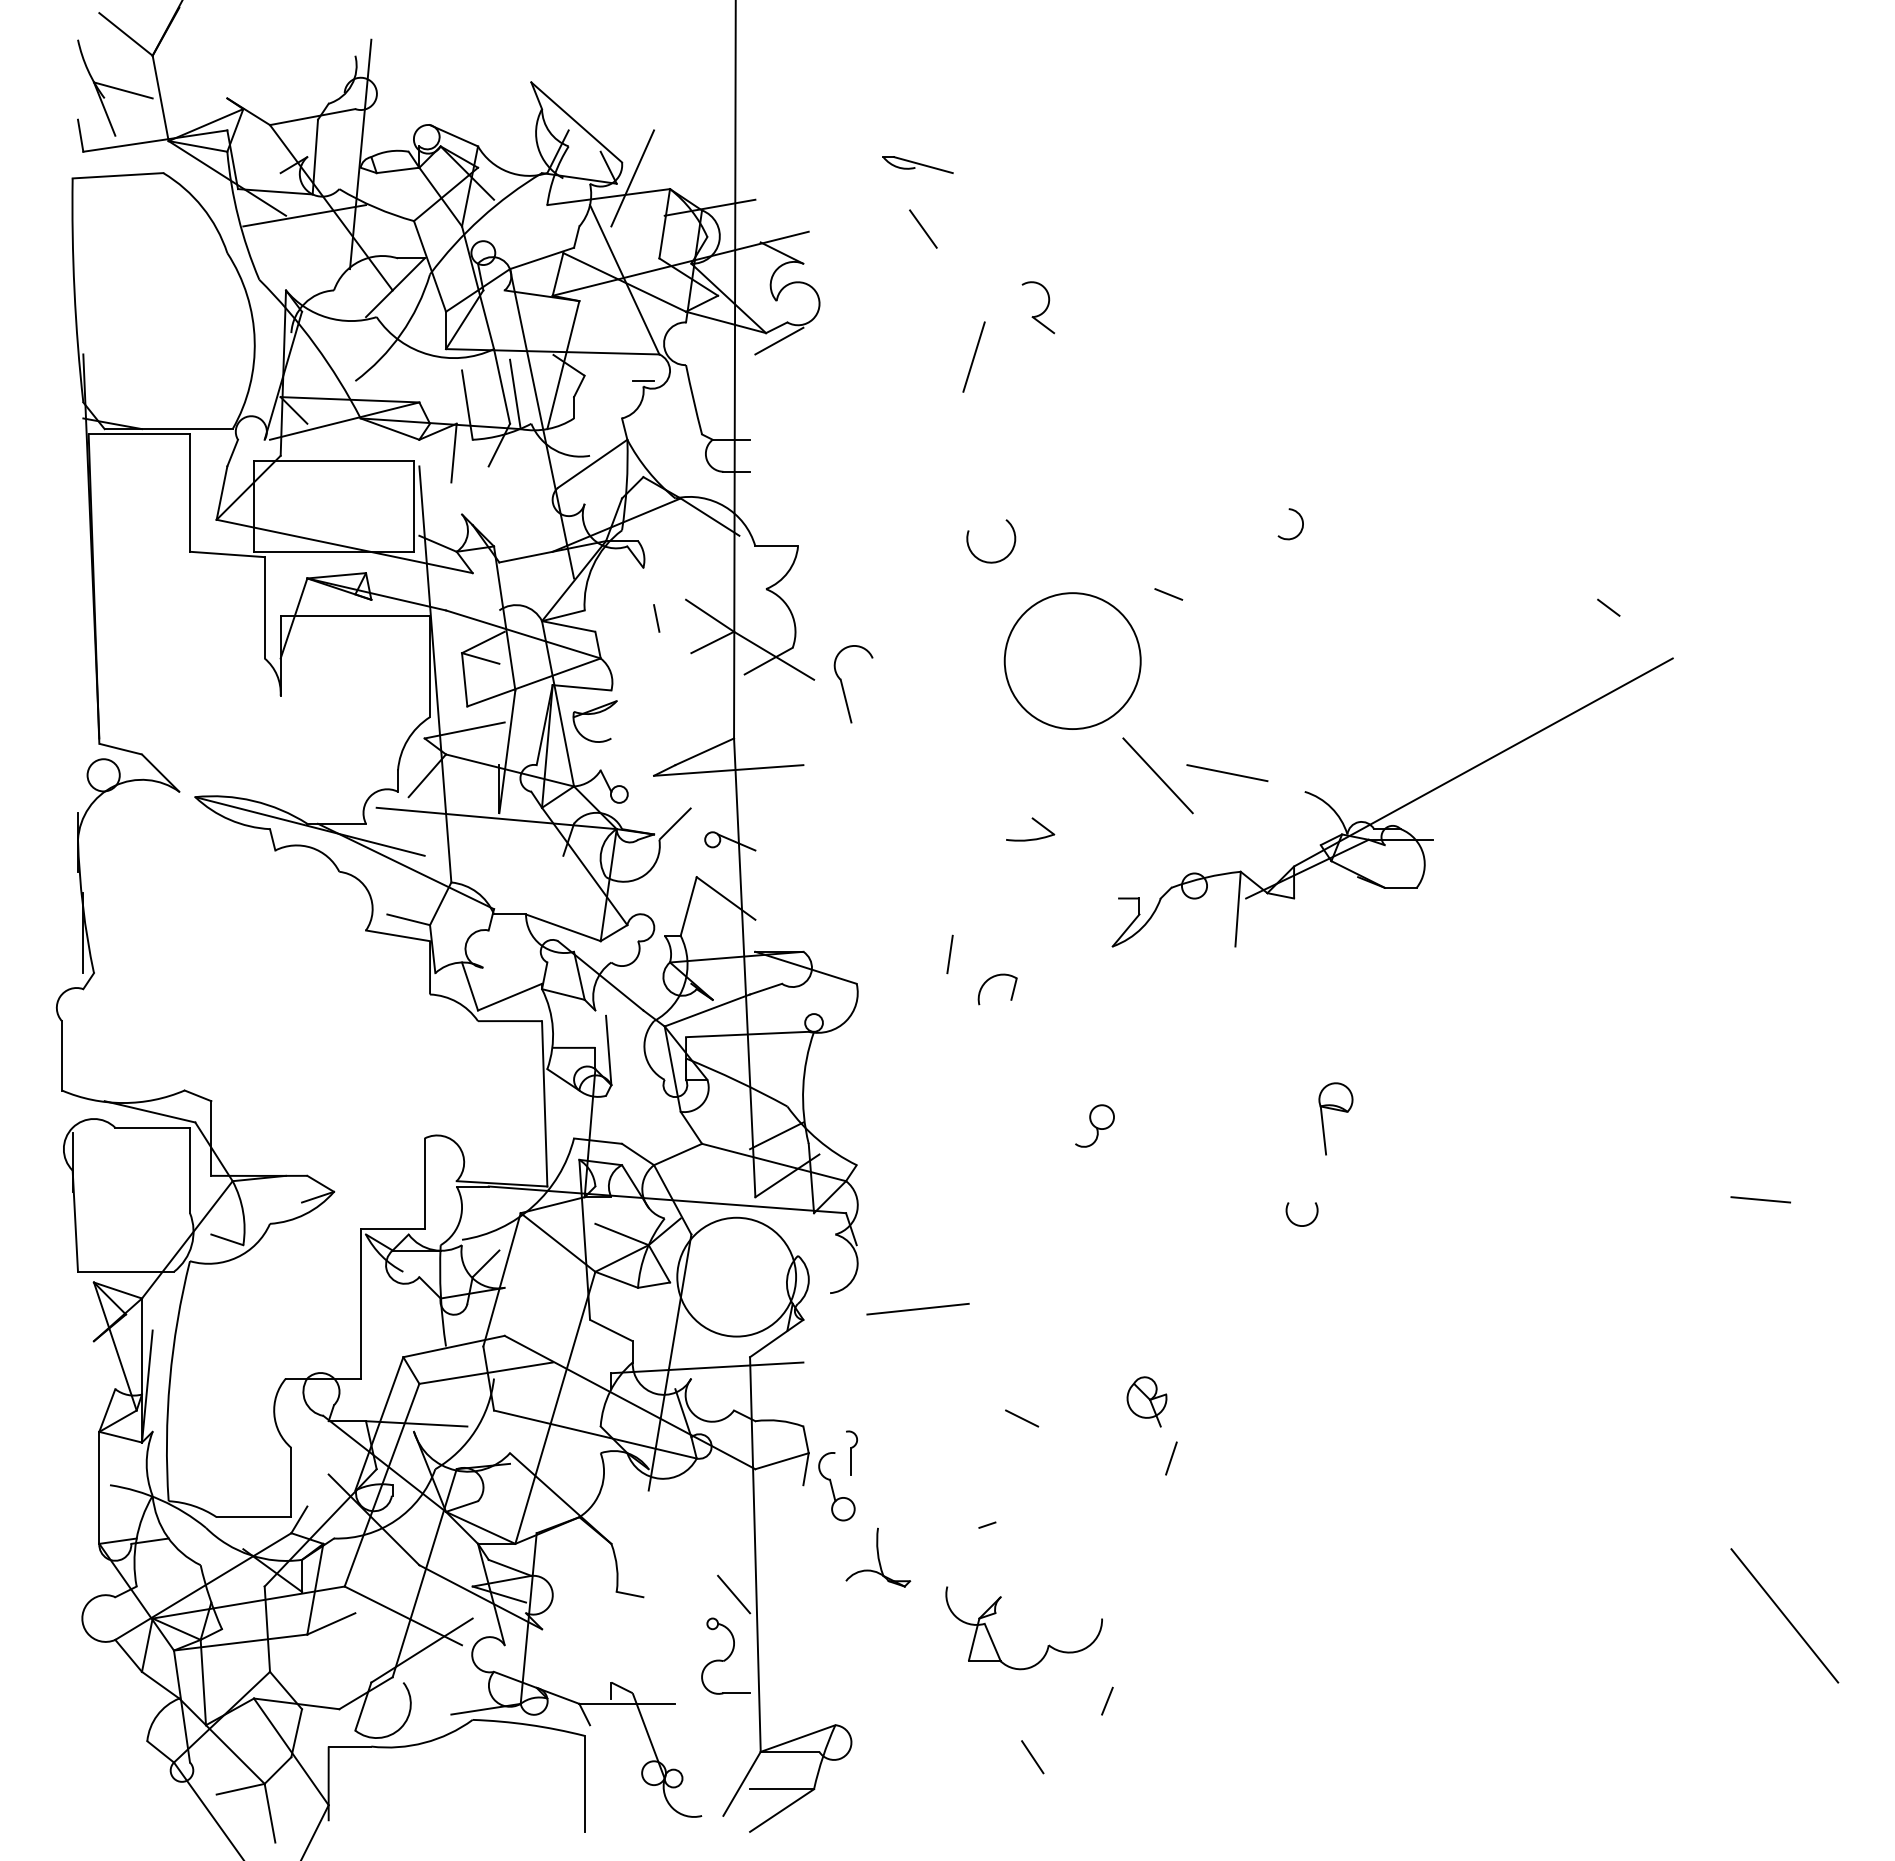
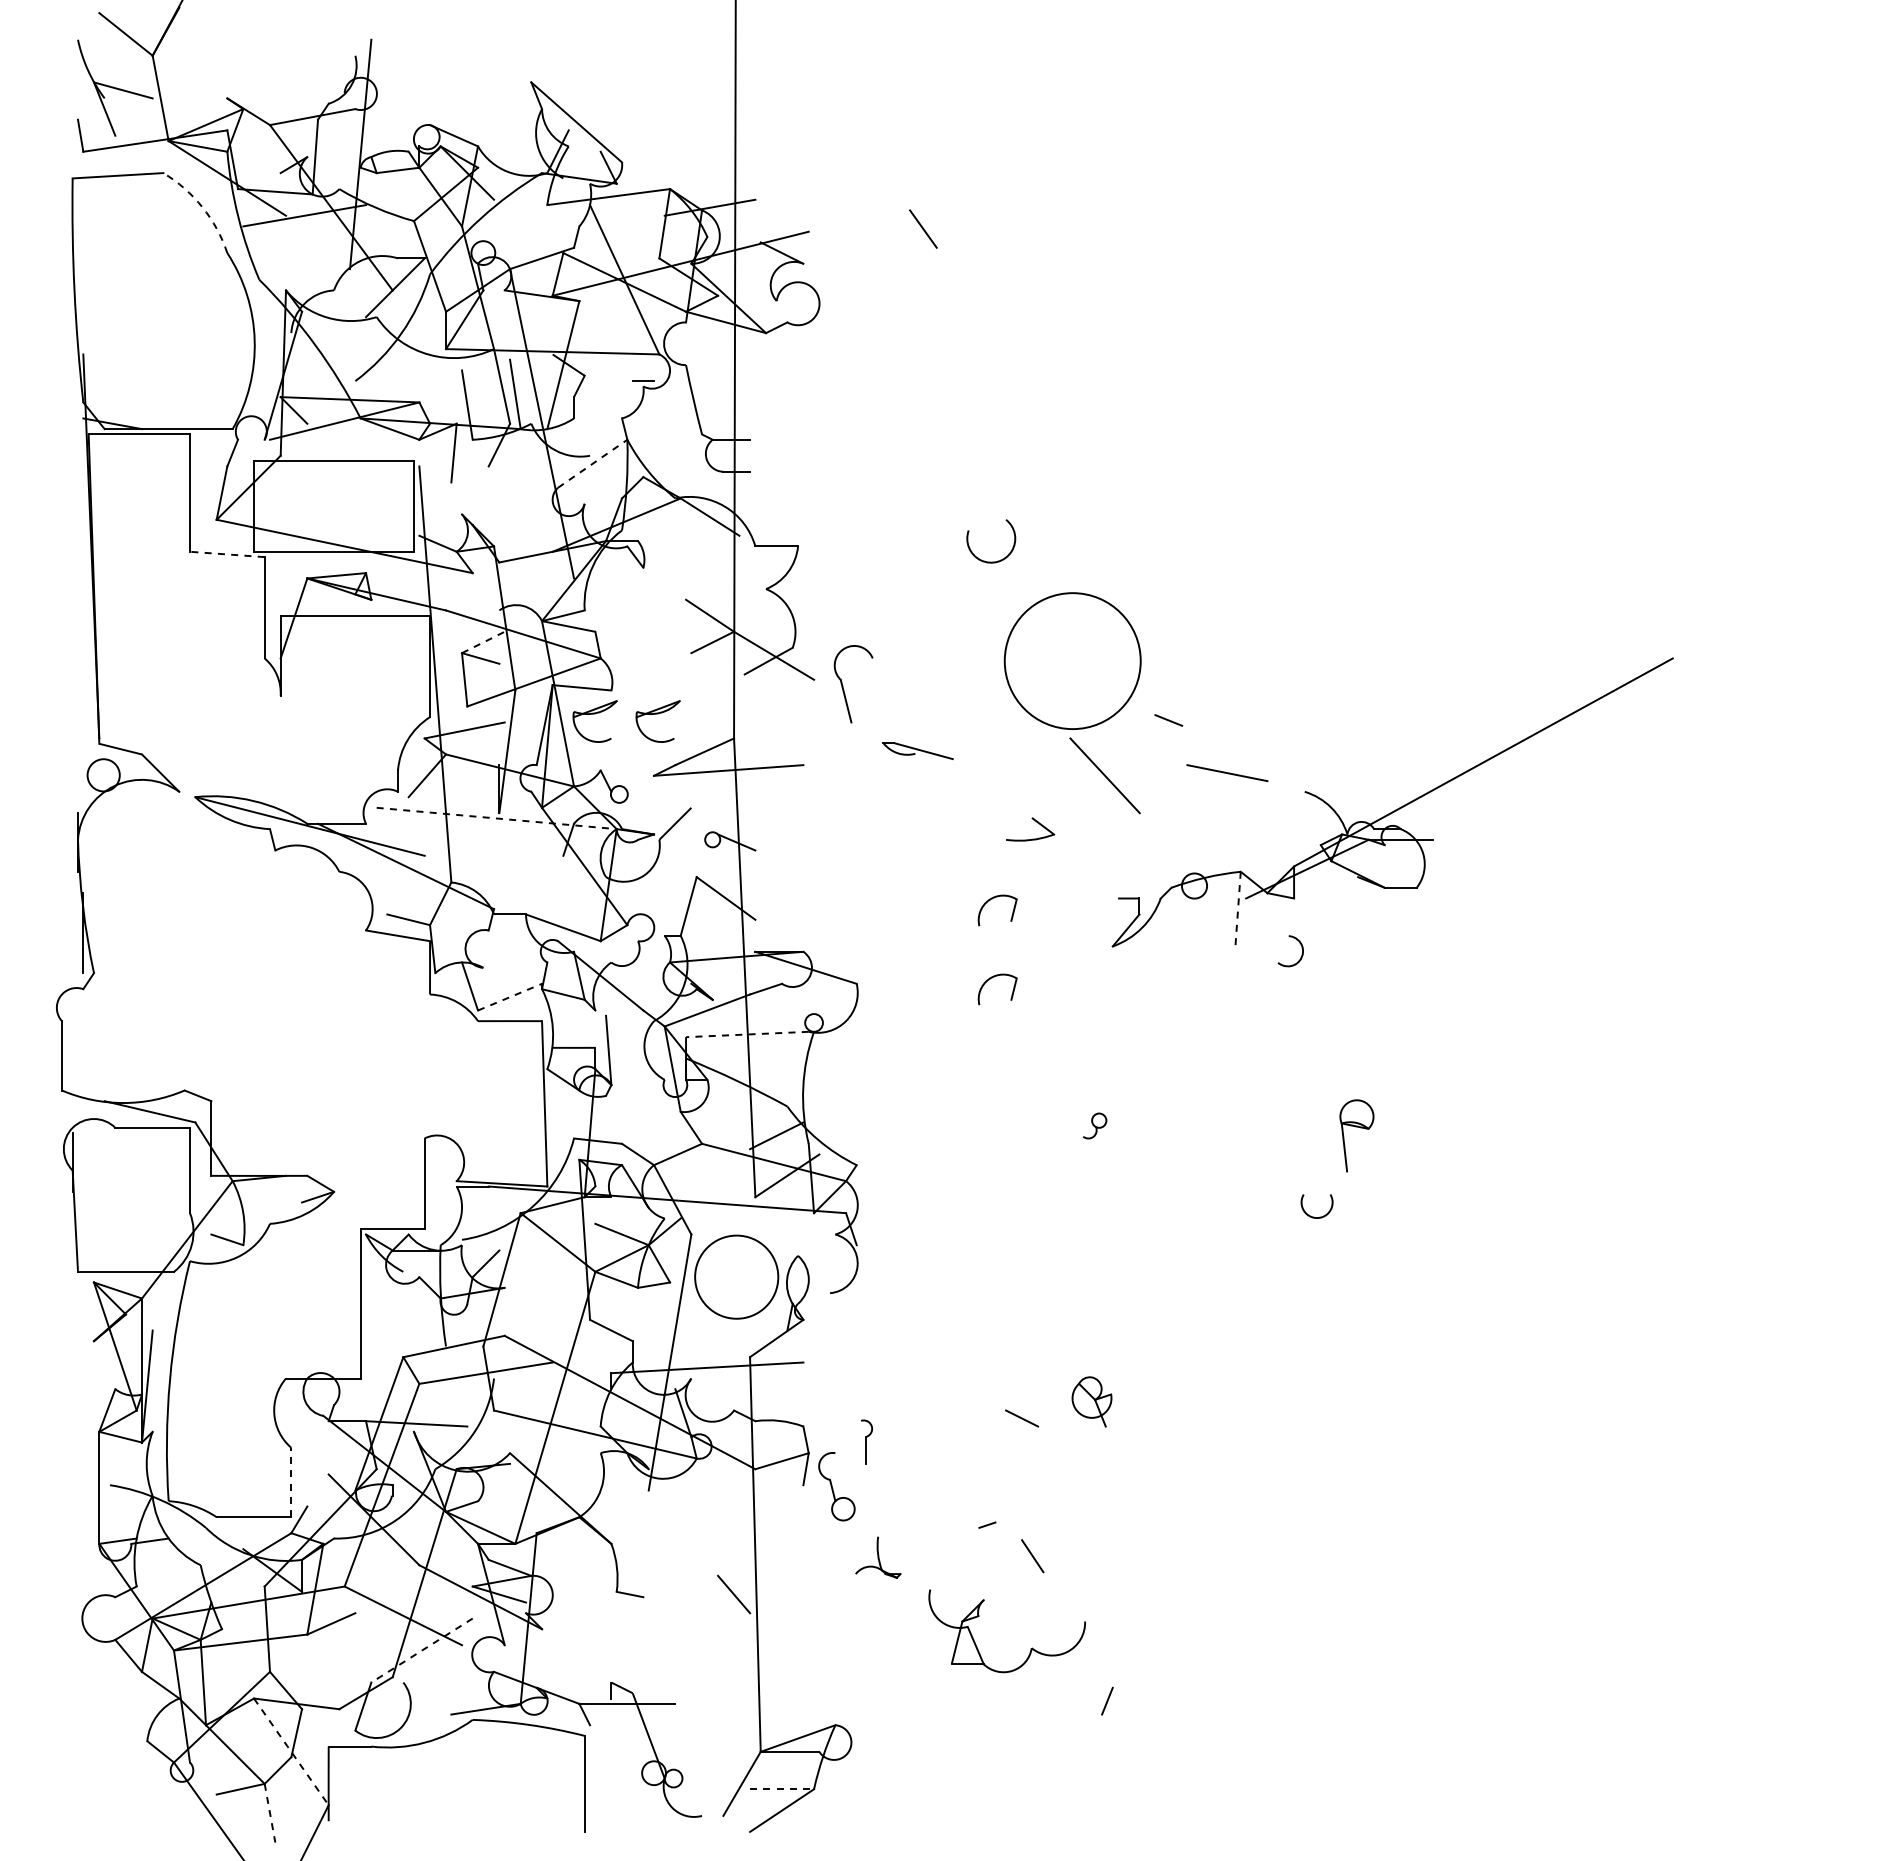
part at (917, 164) position: (917, 164) -> (917, 750)
line at (632, 178): present -> none
arc at (202, 207): solid -> dashed
part at (1041, 312): present -> none
line at (779, 340): present -> none
line at (973, 356): present -> none
line at (593, 463): solid -> dashed
arc at (1301, 521) position: (1301, 521) -> (1301, 948)
line at (226, 554): solid -> dashed
line at (1168, 594) position: (1168, 594) -> (1168, 720)
line at (1608, 607): present -> none
line at (656, 618): present -> none
line at (483, 642): solid -> dashed
part at (657, 714): none -> present
line at (1157, 775) position: (1157, 775) -> (1104, 775)
line at (497, 818): solid -> dashed
part at (989, 901): none -> present
line at (1238, 909): solid -> dashed
line at (949, 954): present -> none
line at (510, 997): solid -> dashed
line at (746, 1034): solid -> dashed
part at (1335, 1110) position: (1335, 1110) -> (1356, 1127)
part at (1094, 1125) size: 40x44 px -> 25x28 px
line at (1760, 1199): present -> none
arc at (1299, 1224) position: (1299, 1224) -> (1314, 1216)
circle at (736, 1276) diameter: 119 px -> 83 px
line at (917, 1308): present -> none
part at (1146, 1401) position: (1146, 1401) -> (1091, 1401)
part at (852, 1452) position: (852, 1452) -> (867, 1441)
line at (1171, 1458): present -> none
line at (291, 1482): solid -> dashed
part at (878, 1557) size: 67x61 px -> 47x43 px
line at (1784, 1615): present -> none
part at (1047, 1645) position: (1047, 1645) -> (1030, 1648)
line at (422, 1650): solid -> dashed
part at (725, 1655): present -> none
line at (291, 1752): solid -> dashed
line at (1032, 1757) position: (1032, 1757) -> (1032, 1556)
line at (782, 1789): solid -> dashed
line at (270, 1813): solid -> dashed
